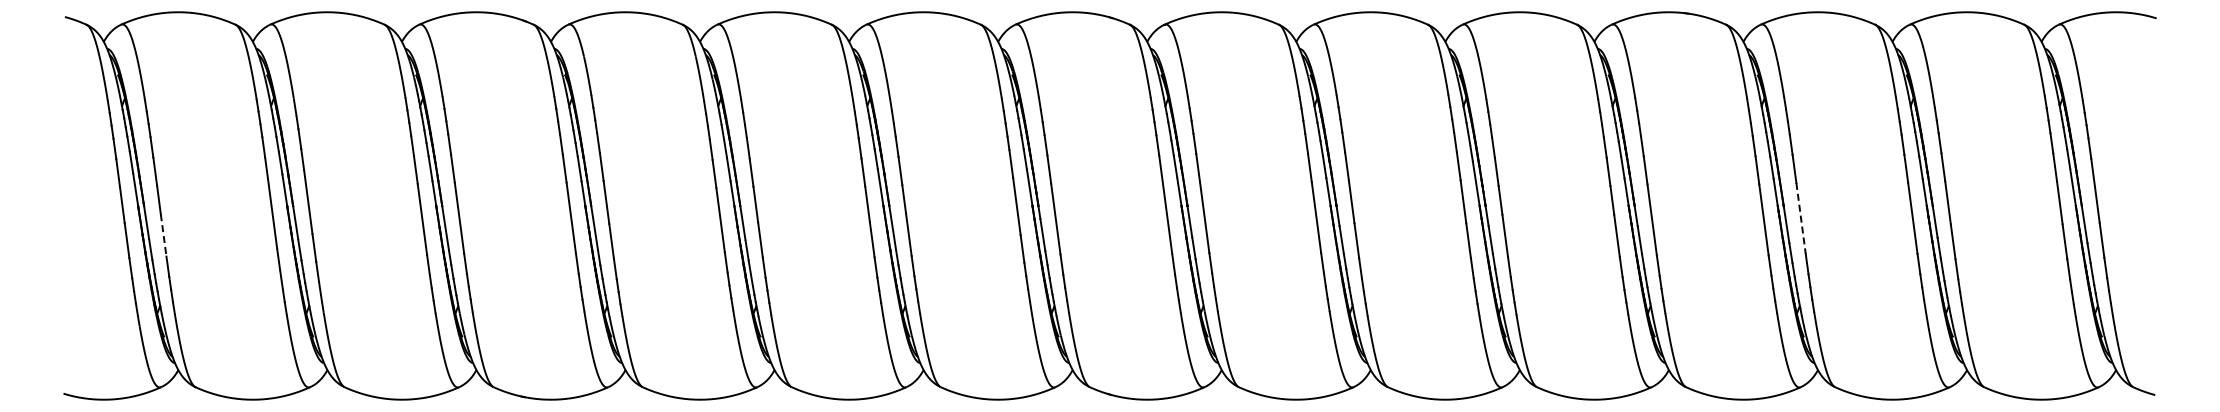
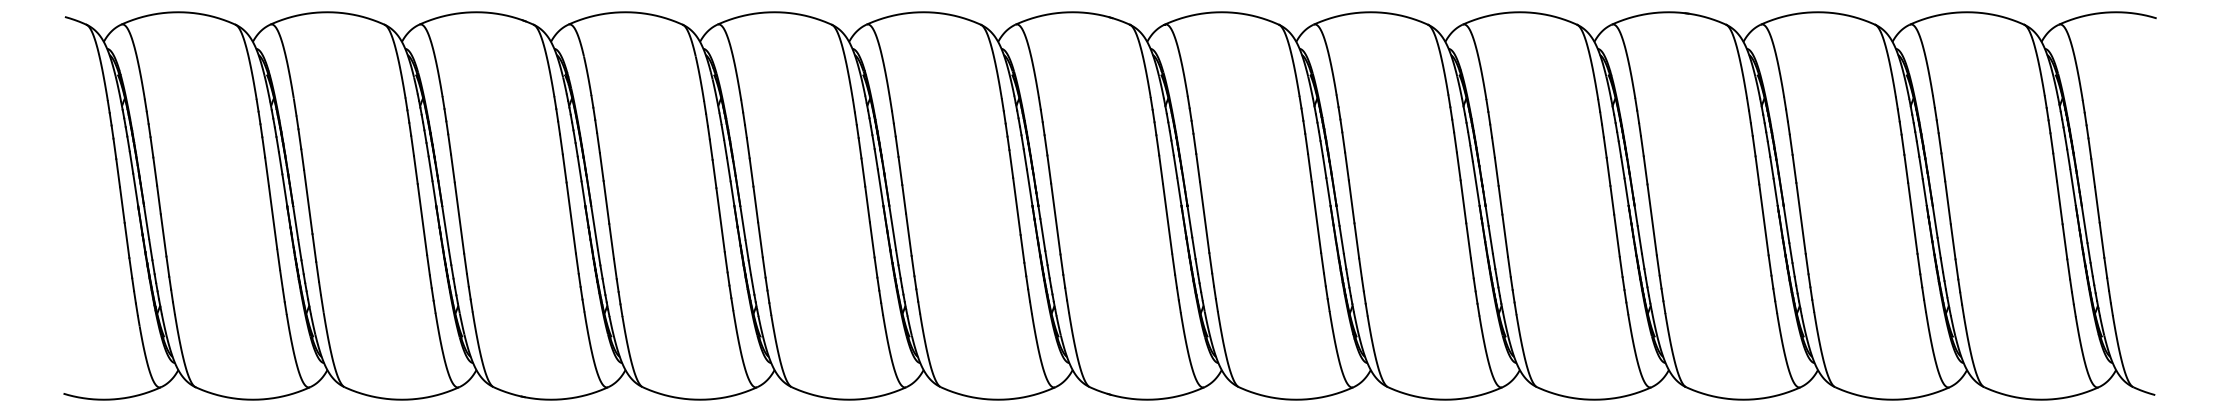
line at (1801, 218): dashed -> solid
line at (163, 235): dashed -> solid
